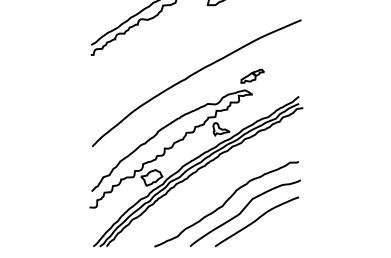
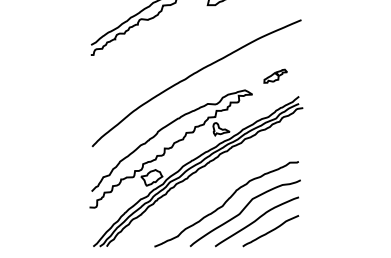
part at (252, 75) position: (252, 75) -> (275, 75)
curve at (270, 231): none -> present
